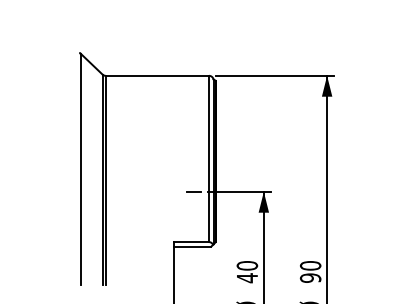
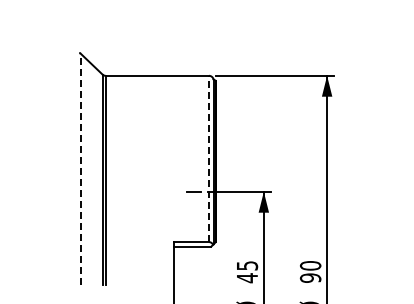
line at (209, 158): solid -> dashed
line at (80, 169): solid -> dashed
text at (247, 265): 40 -> 45
